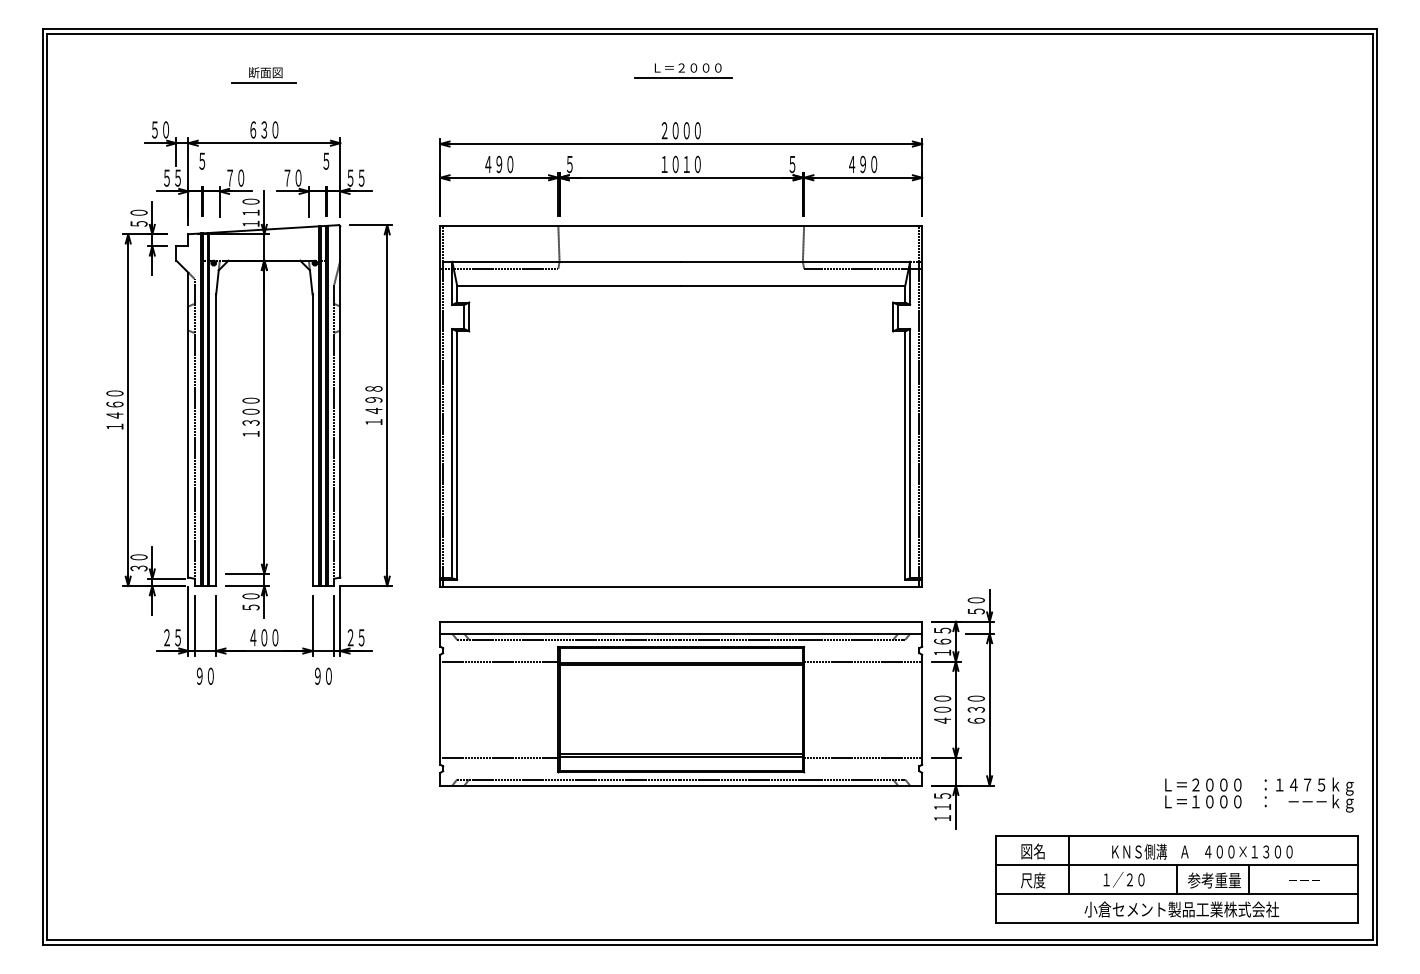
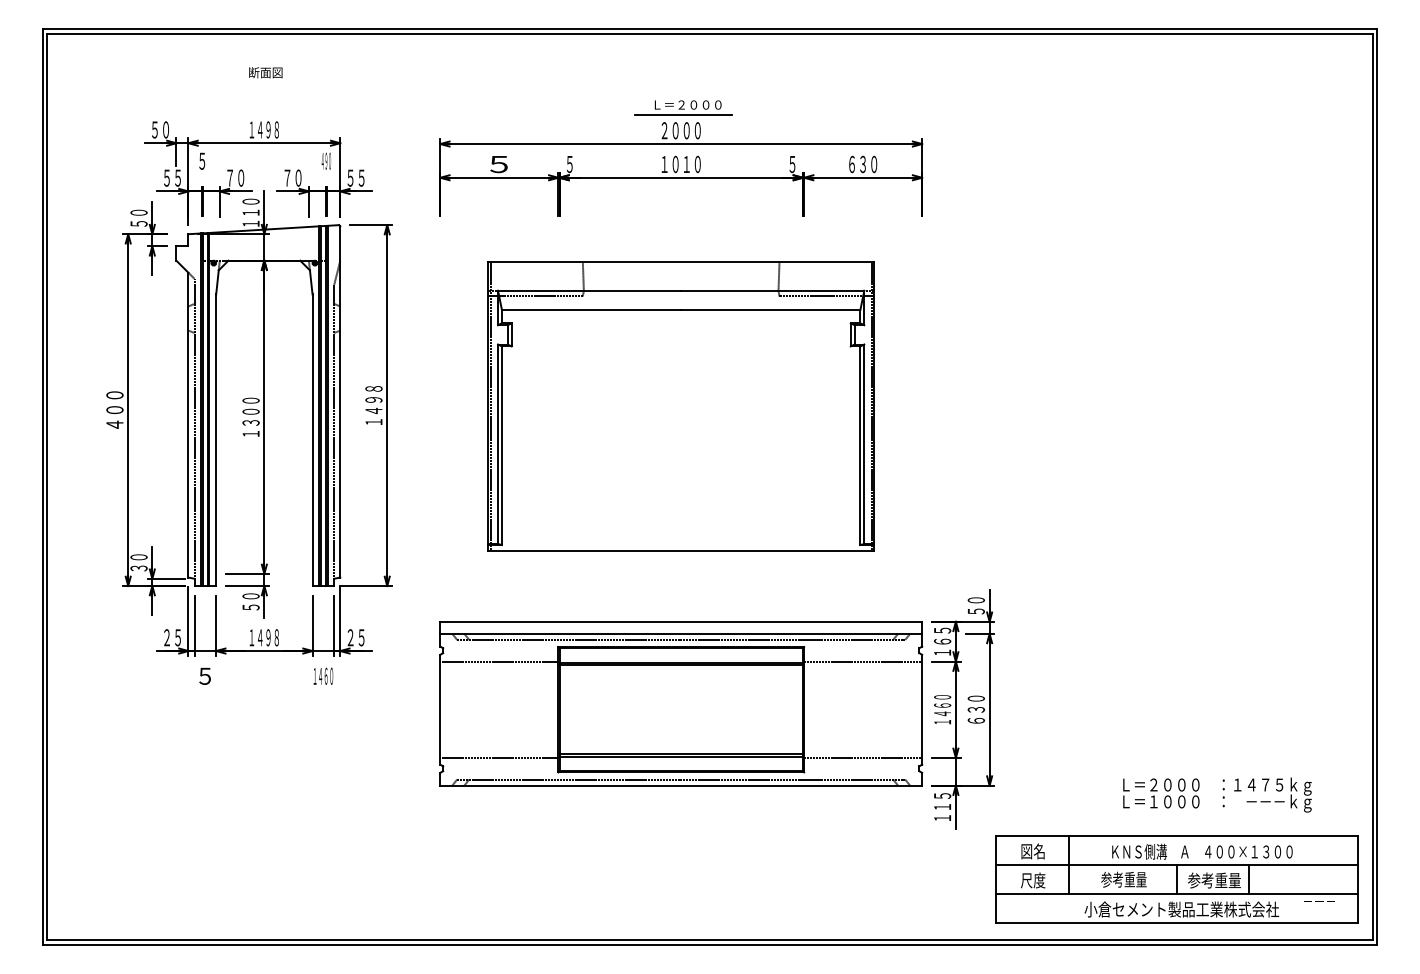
part at (683, 70) position: (683, 70) -> (683, 107)
line at (264, 82): present -> none
text at (263, 129): ６３０ -> １４９８
text at (326, 160): ５ -> ４９０
text at (499, 164): ４９０ -> ５
text at (857, 164): ４９０ -> ６３０
part at (680, 406) size: 484x363 px -> 388x291 px
text at (114, 409): １４６０ -> ４００
text at (263, 637): ４００ -> １４９８
text at (204, 675): ９０ -> ５
text at (323, 675): ９０ -> １４６０
text at (942, 709): ４００ -> １４６０
text at (1259, 794) position: (1259, 794) -> (1217, 794)
text at (1123, 879): １／２０ -> 参考重量
text at (1304, 880) position: (1304, 880) -> (1319, 901)
